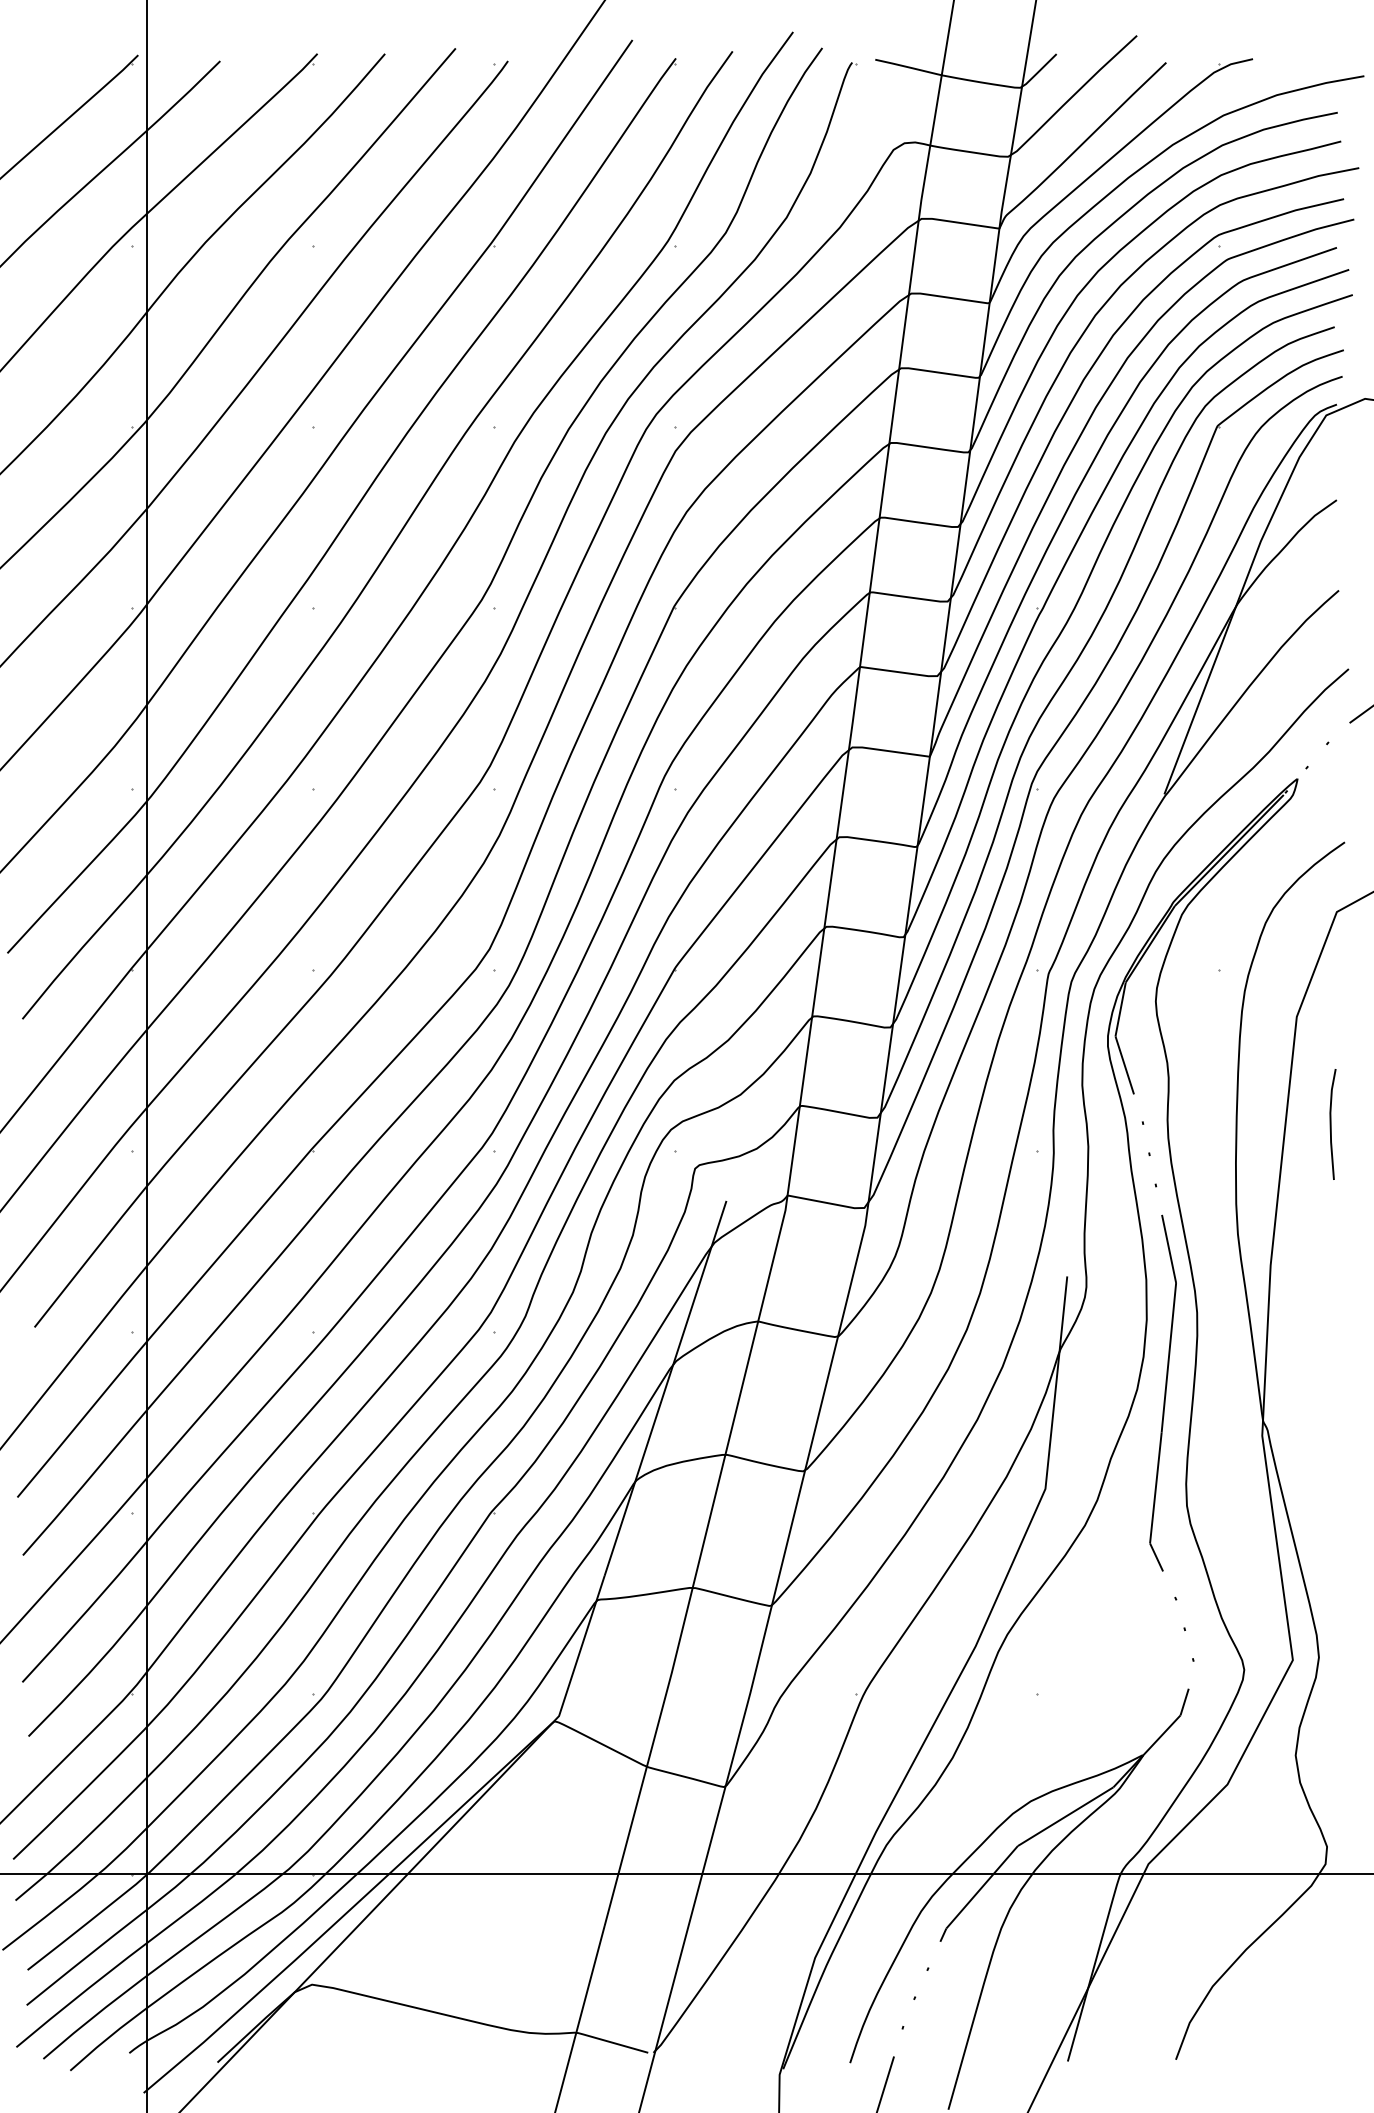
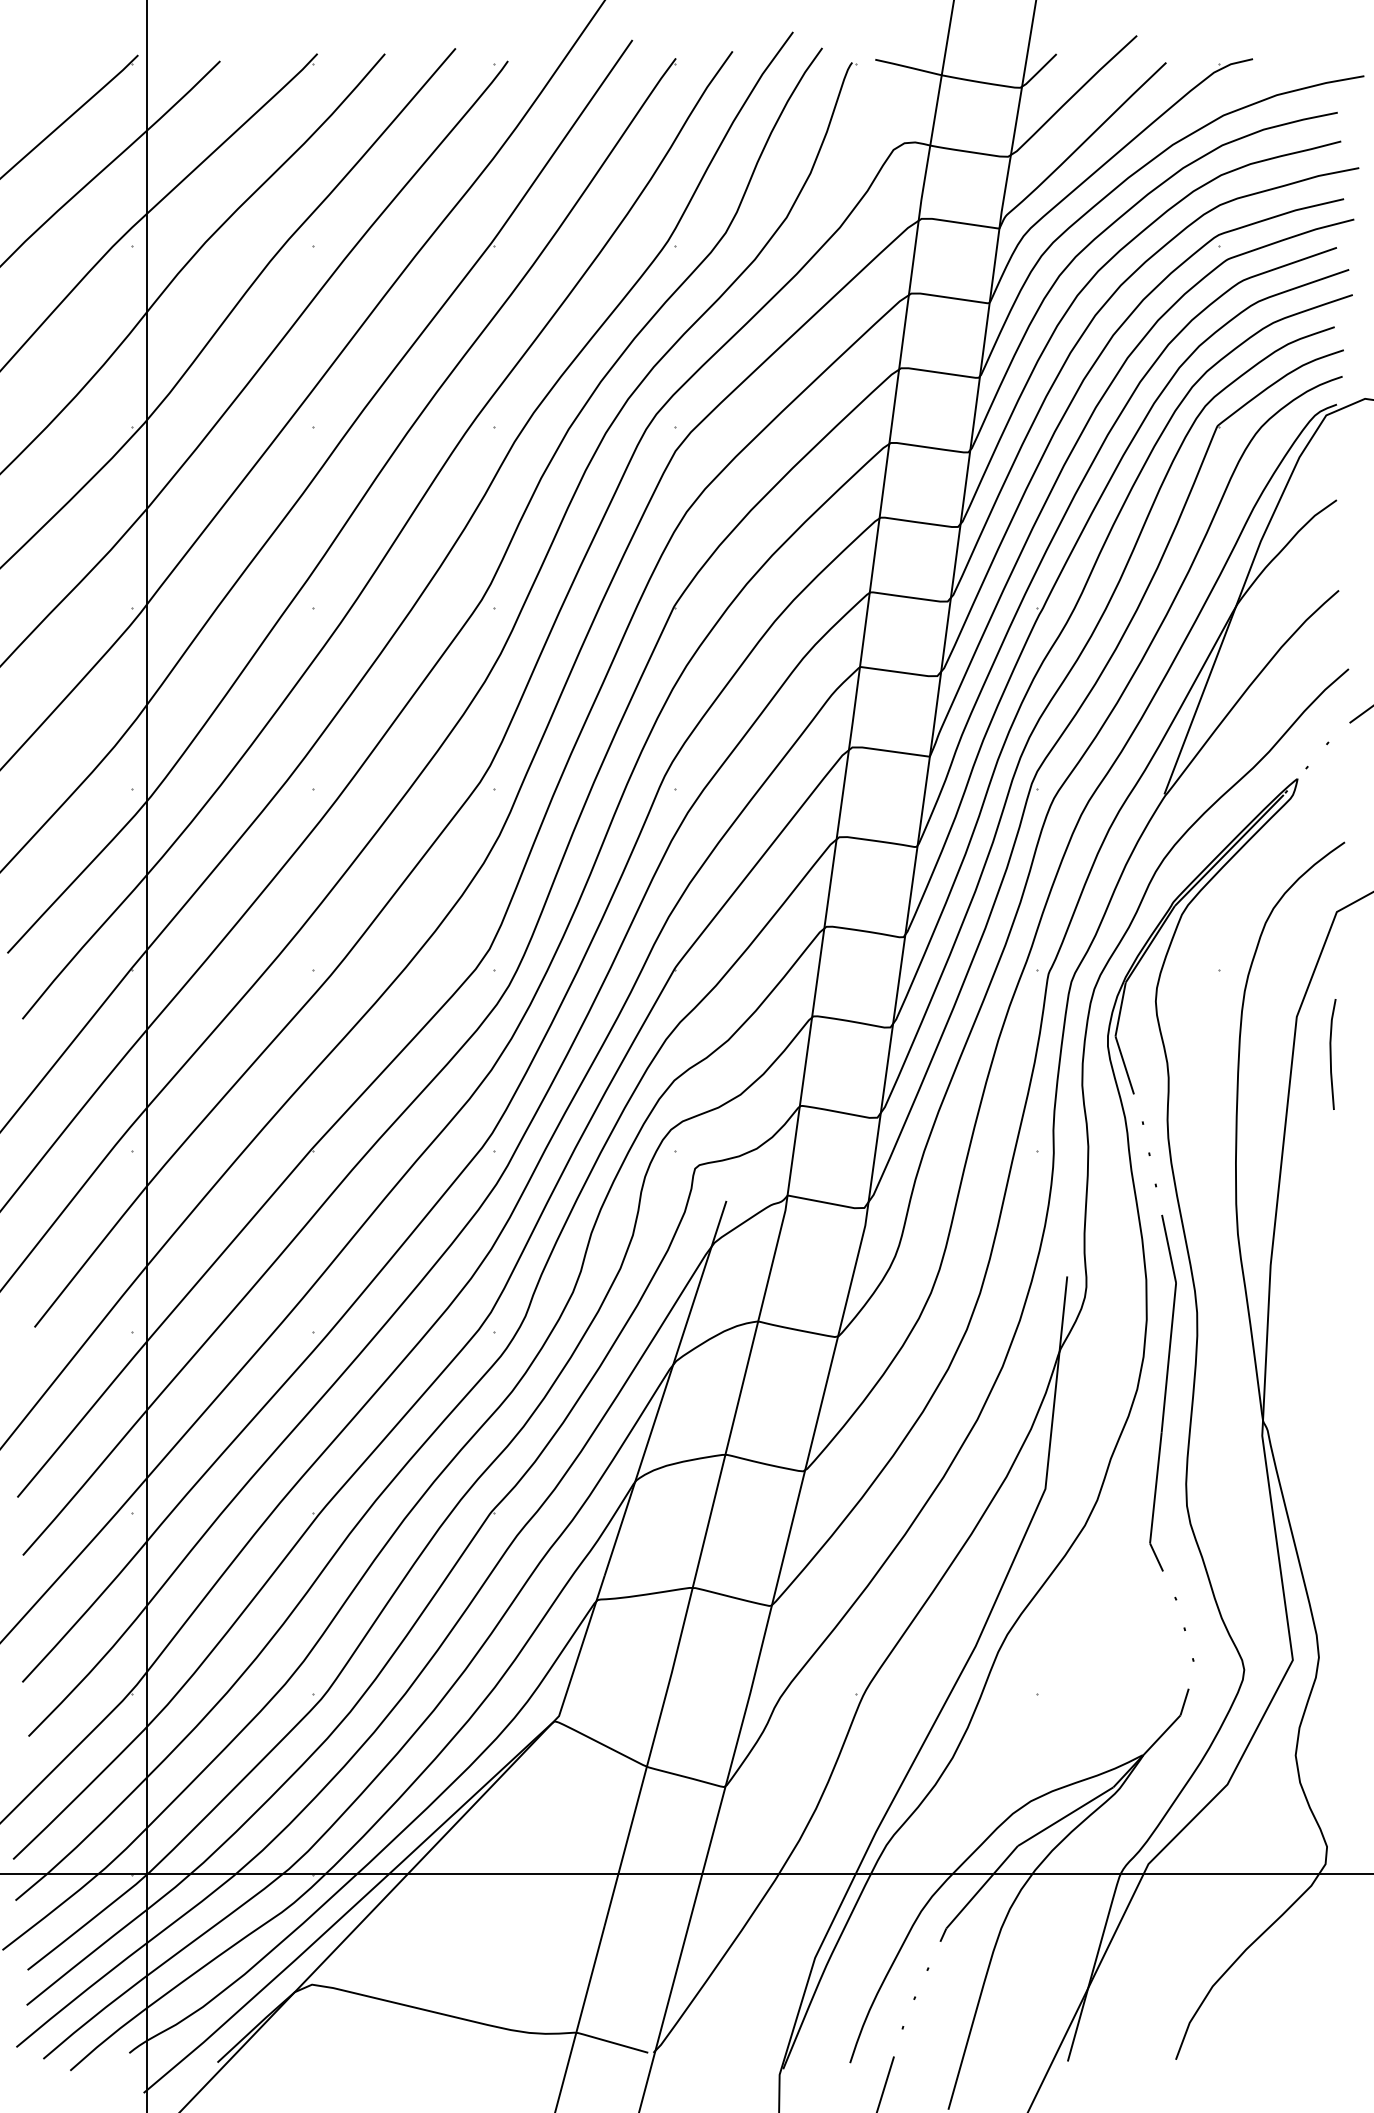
line at (1331, 1124) position: (1331, 1124) -> (1331, 1054)
